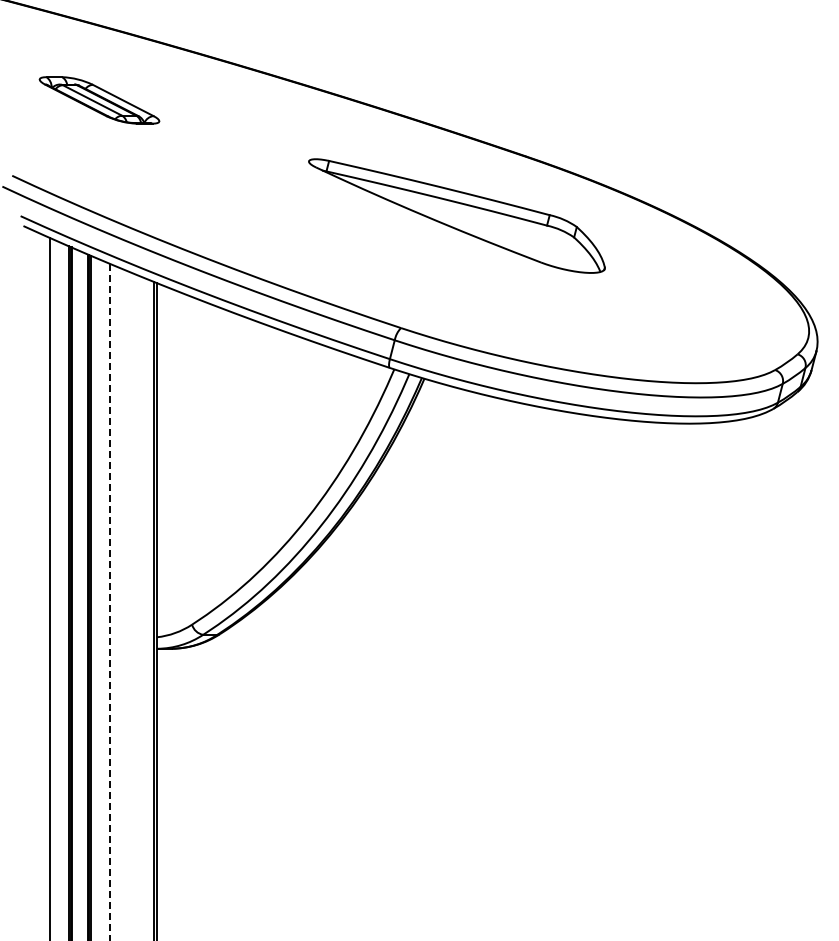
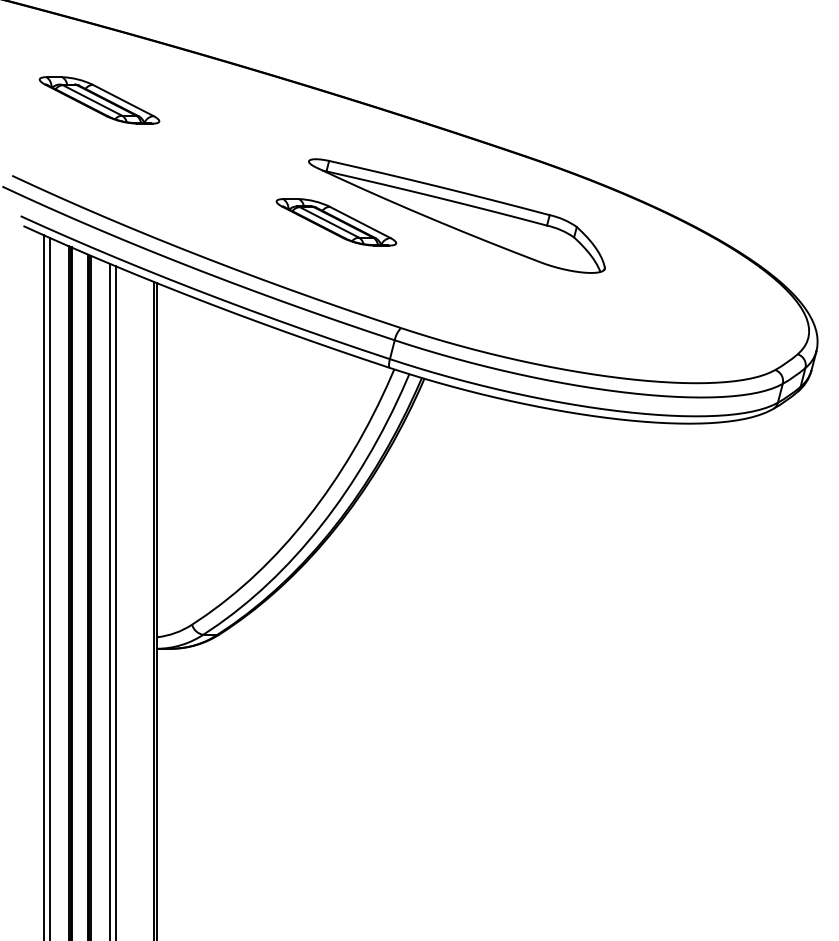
part at (336, 222): none -> present
line at (43, 586): none -> present
line at (115, 601): none -> present
line at (109, 602): dashed -> solid
